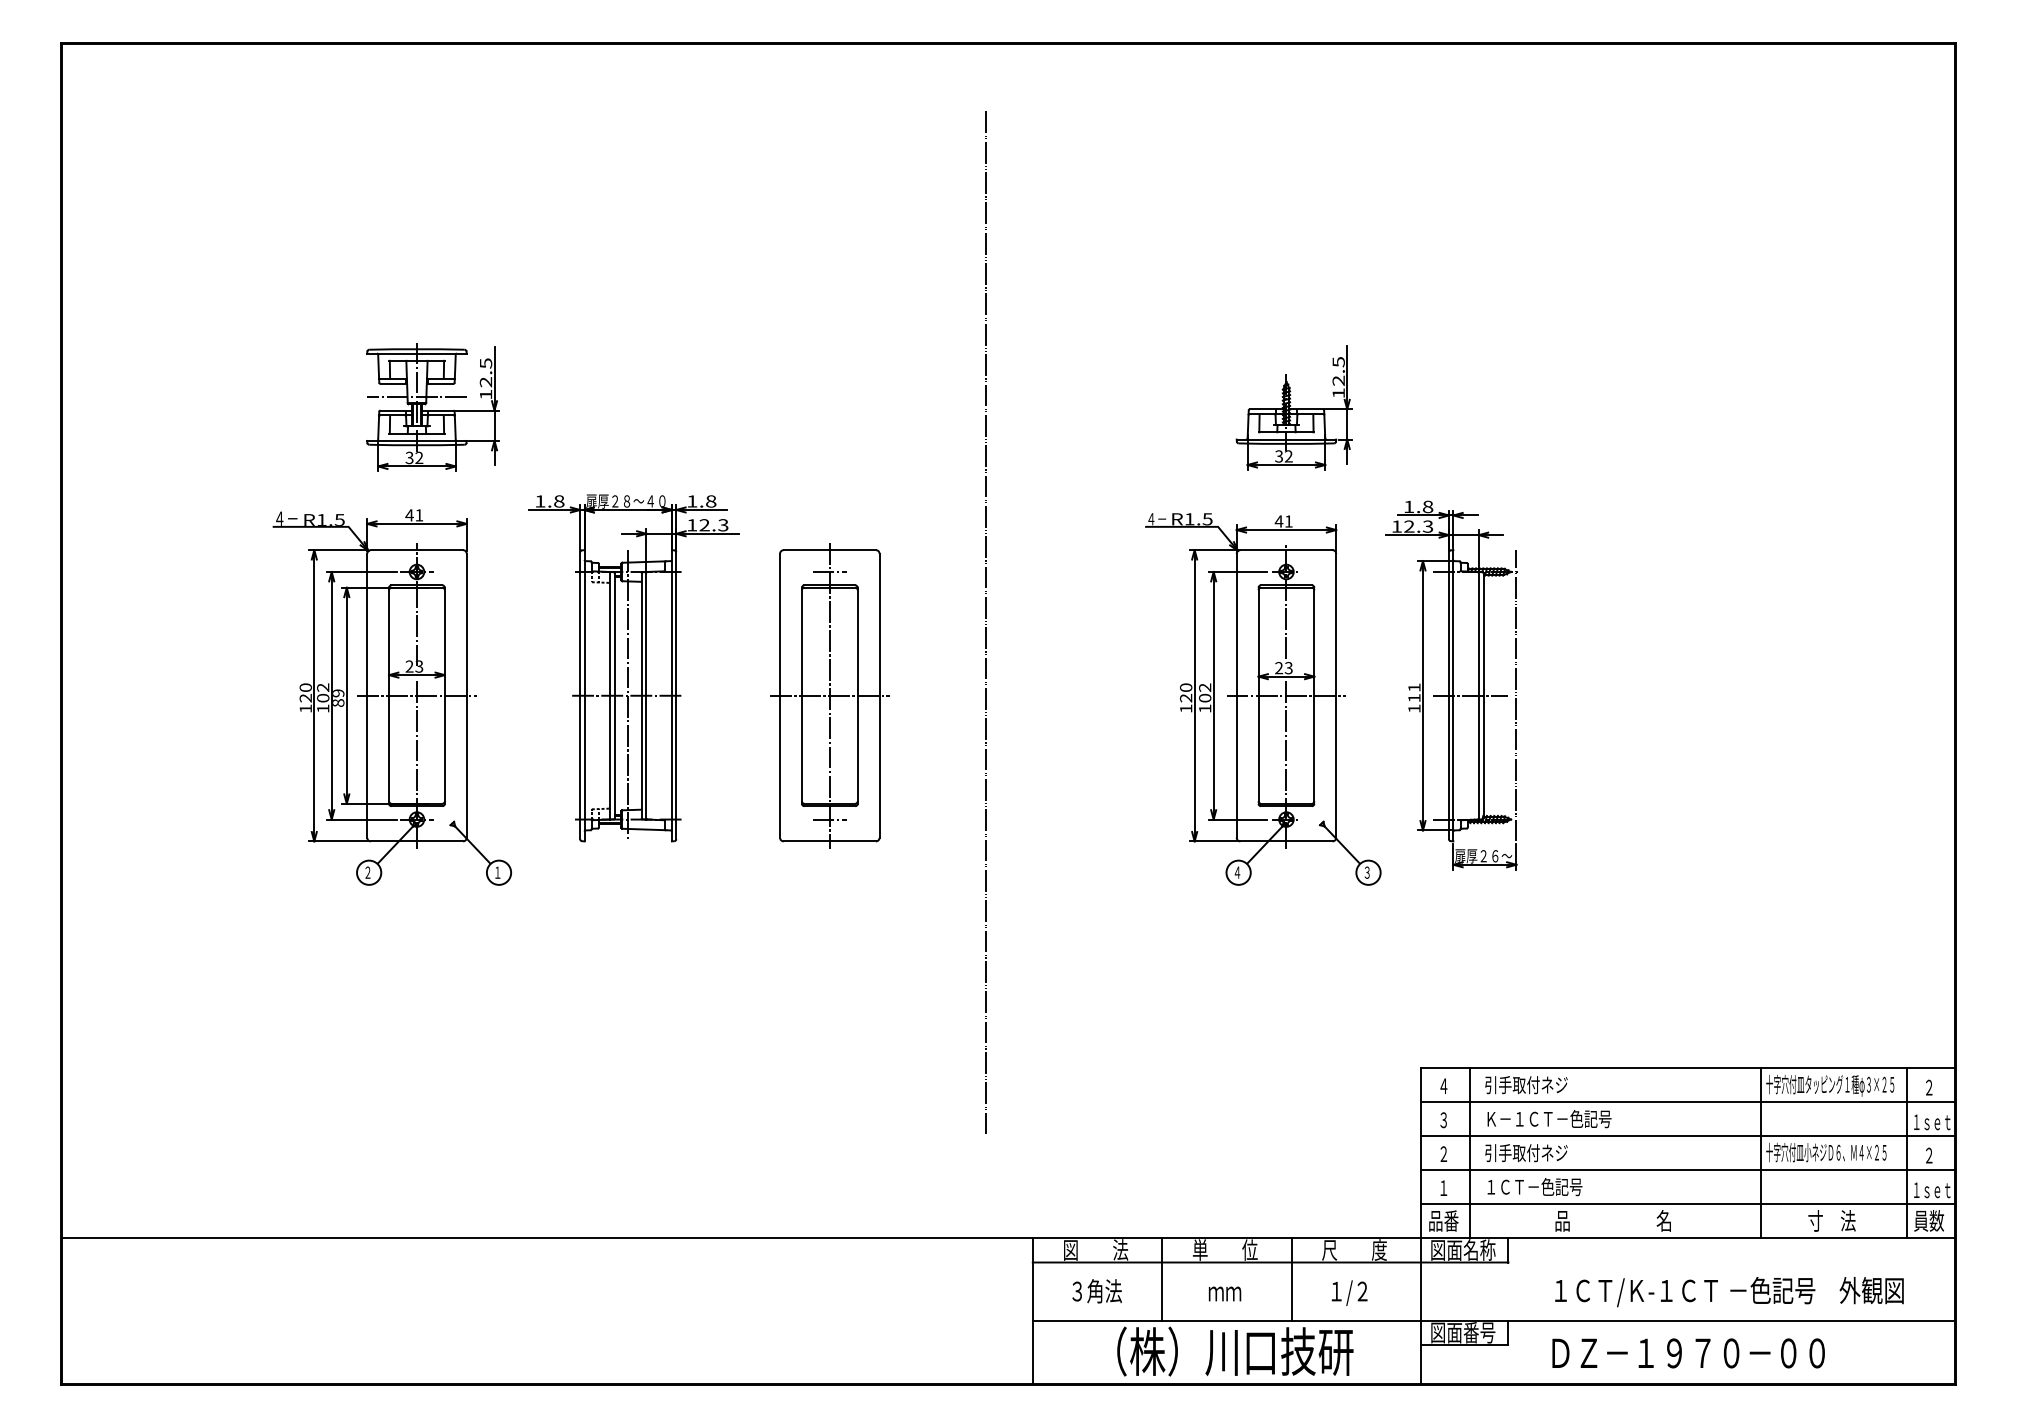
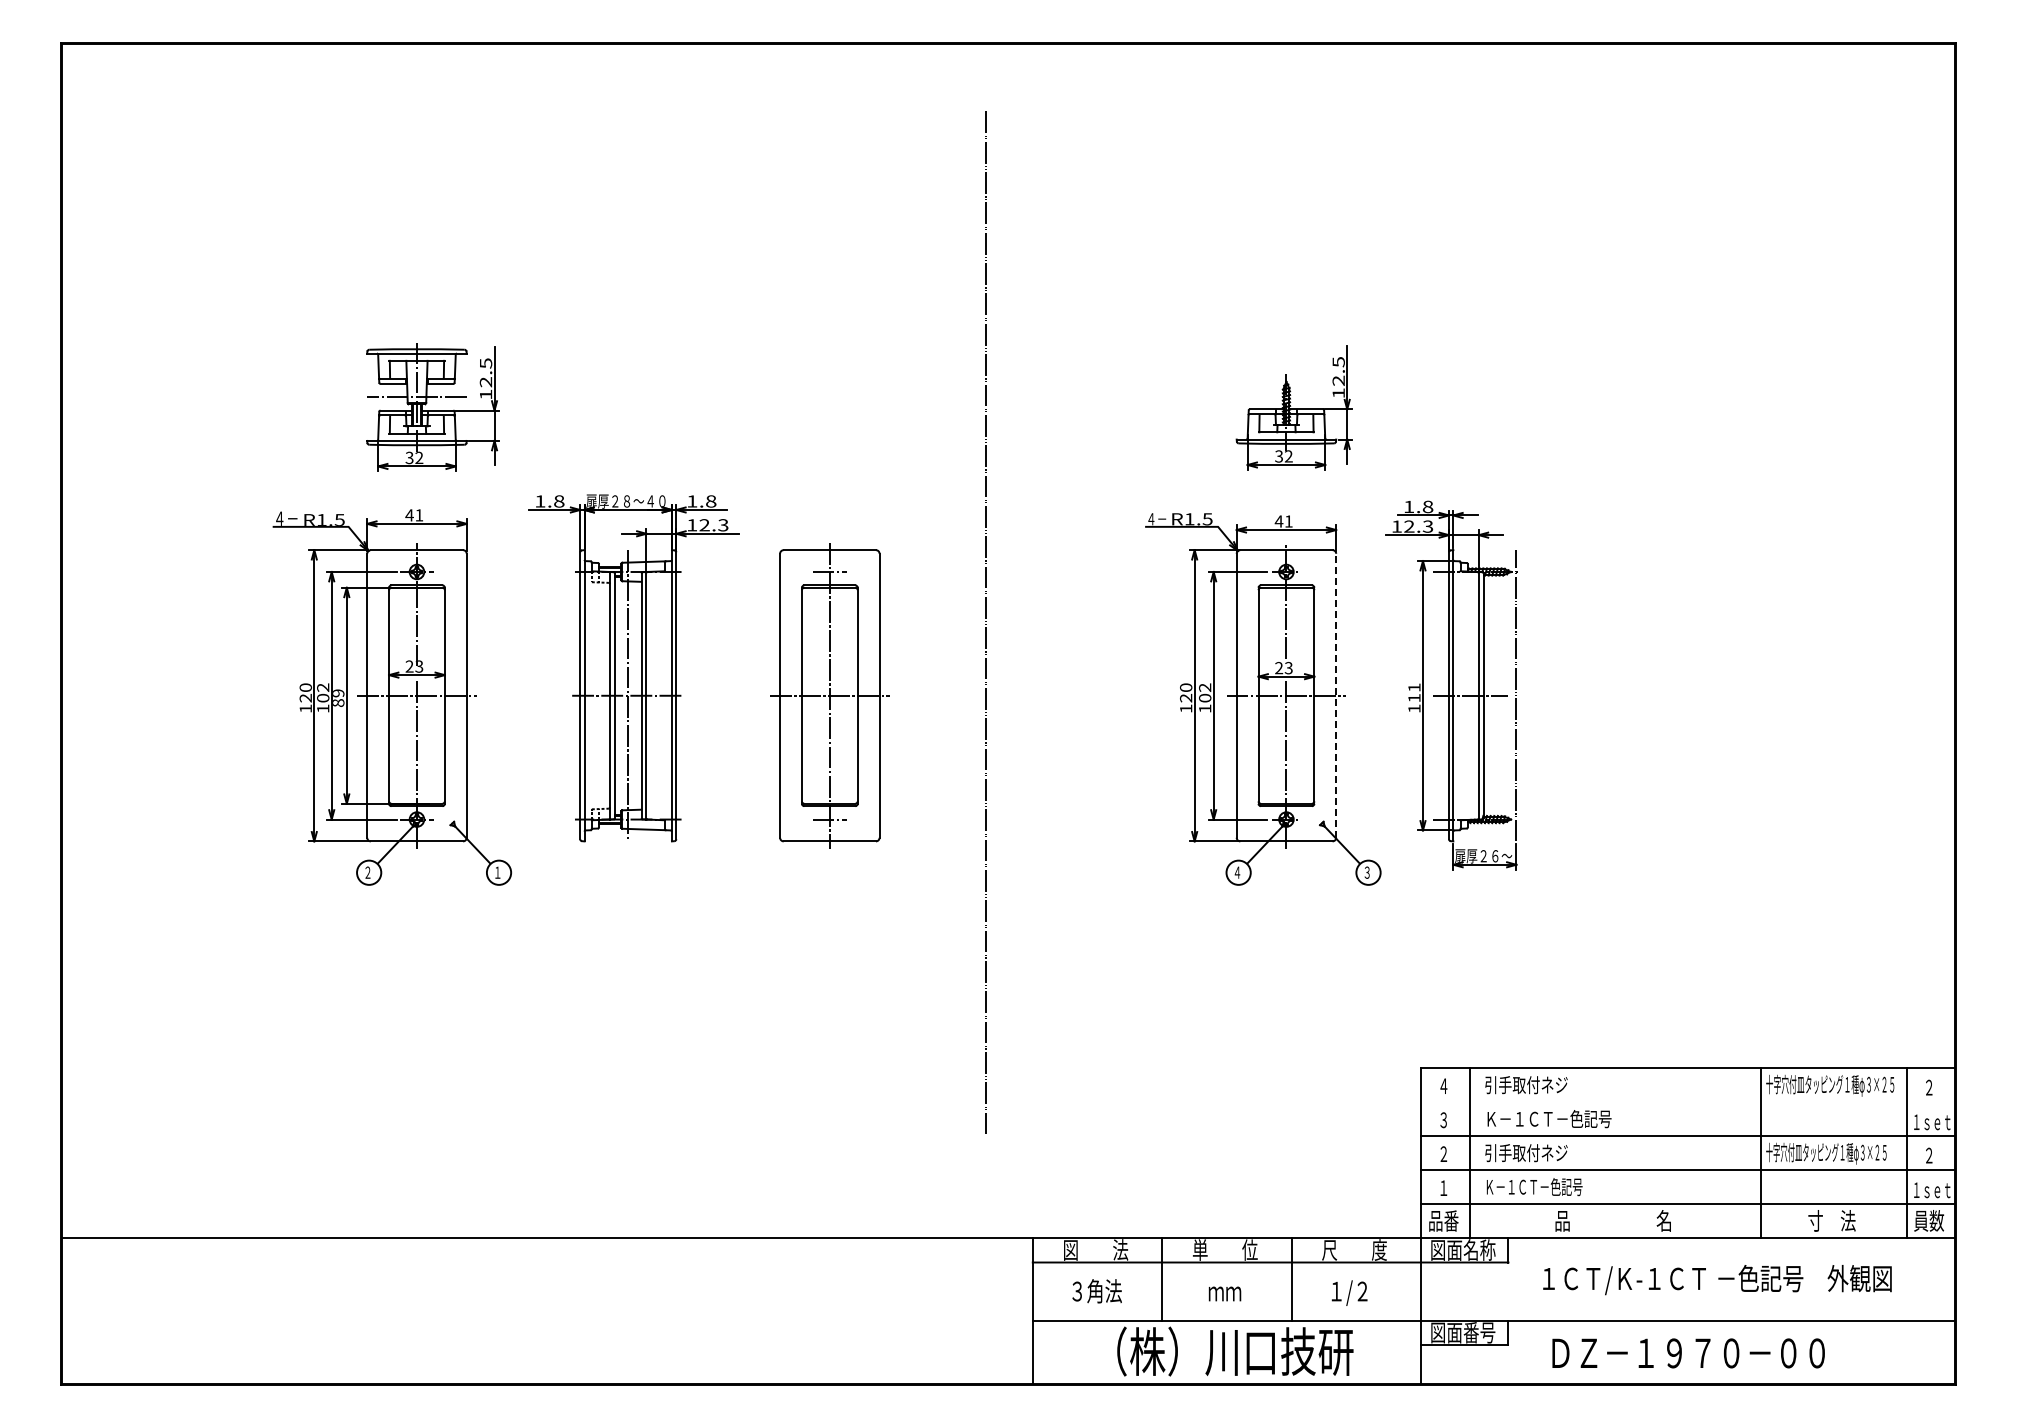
line at (1336, 695): solid -> dashed
line at (1688, 1102): present -> none
text at (1829, 1153): 十字穴付皿小ネジＤ６、Ｍ４×２５ -> 十字穴付皿タッピング１種φ３×２５
text at (1534, 1187): １ＣＴ－色記号 -> Ｋ－１ＣＴ－色記号
text at (1729, 1292) position: (1729, 1292) -> (1717, 1280)
